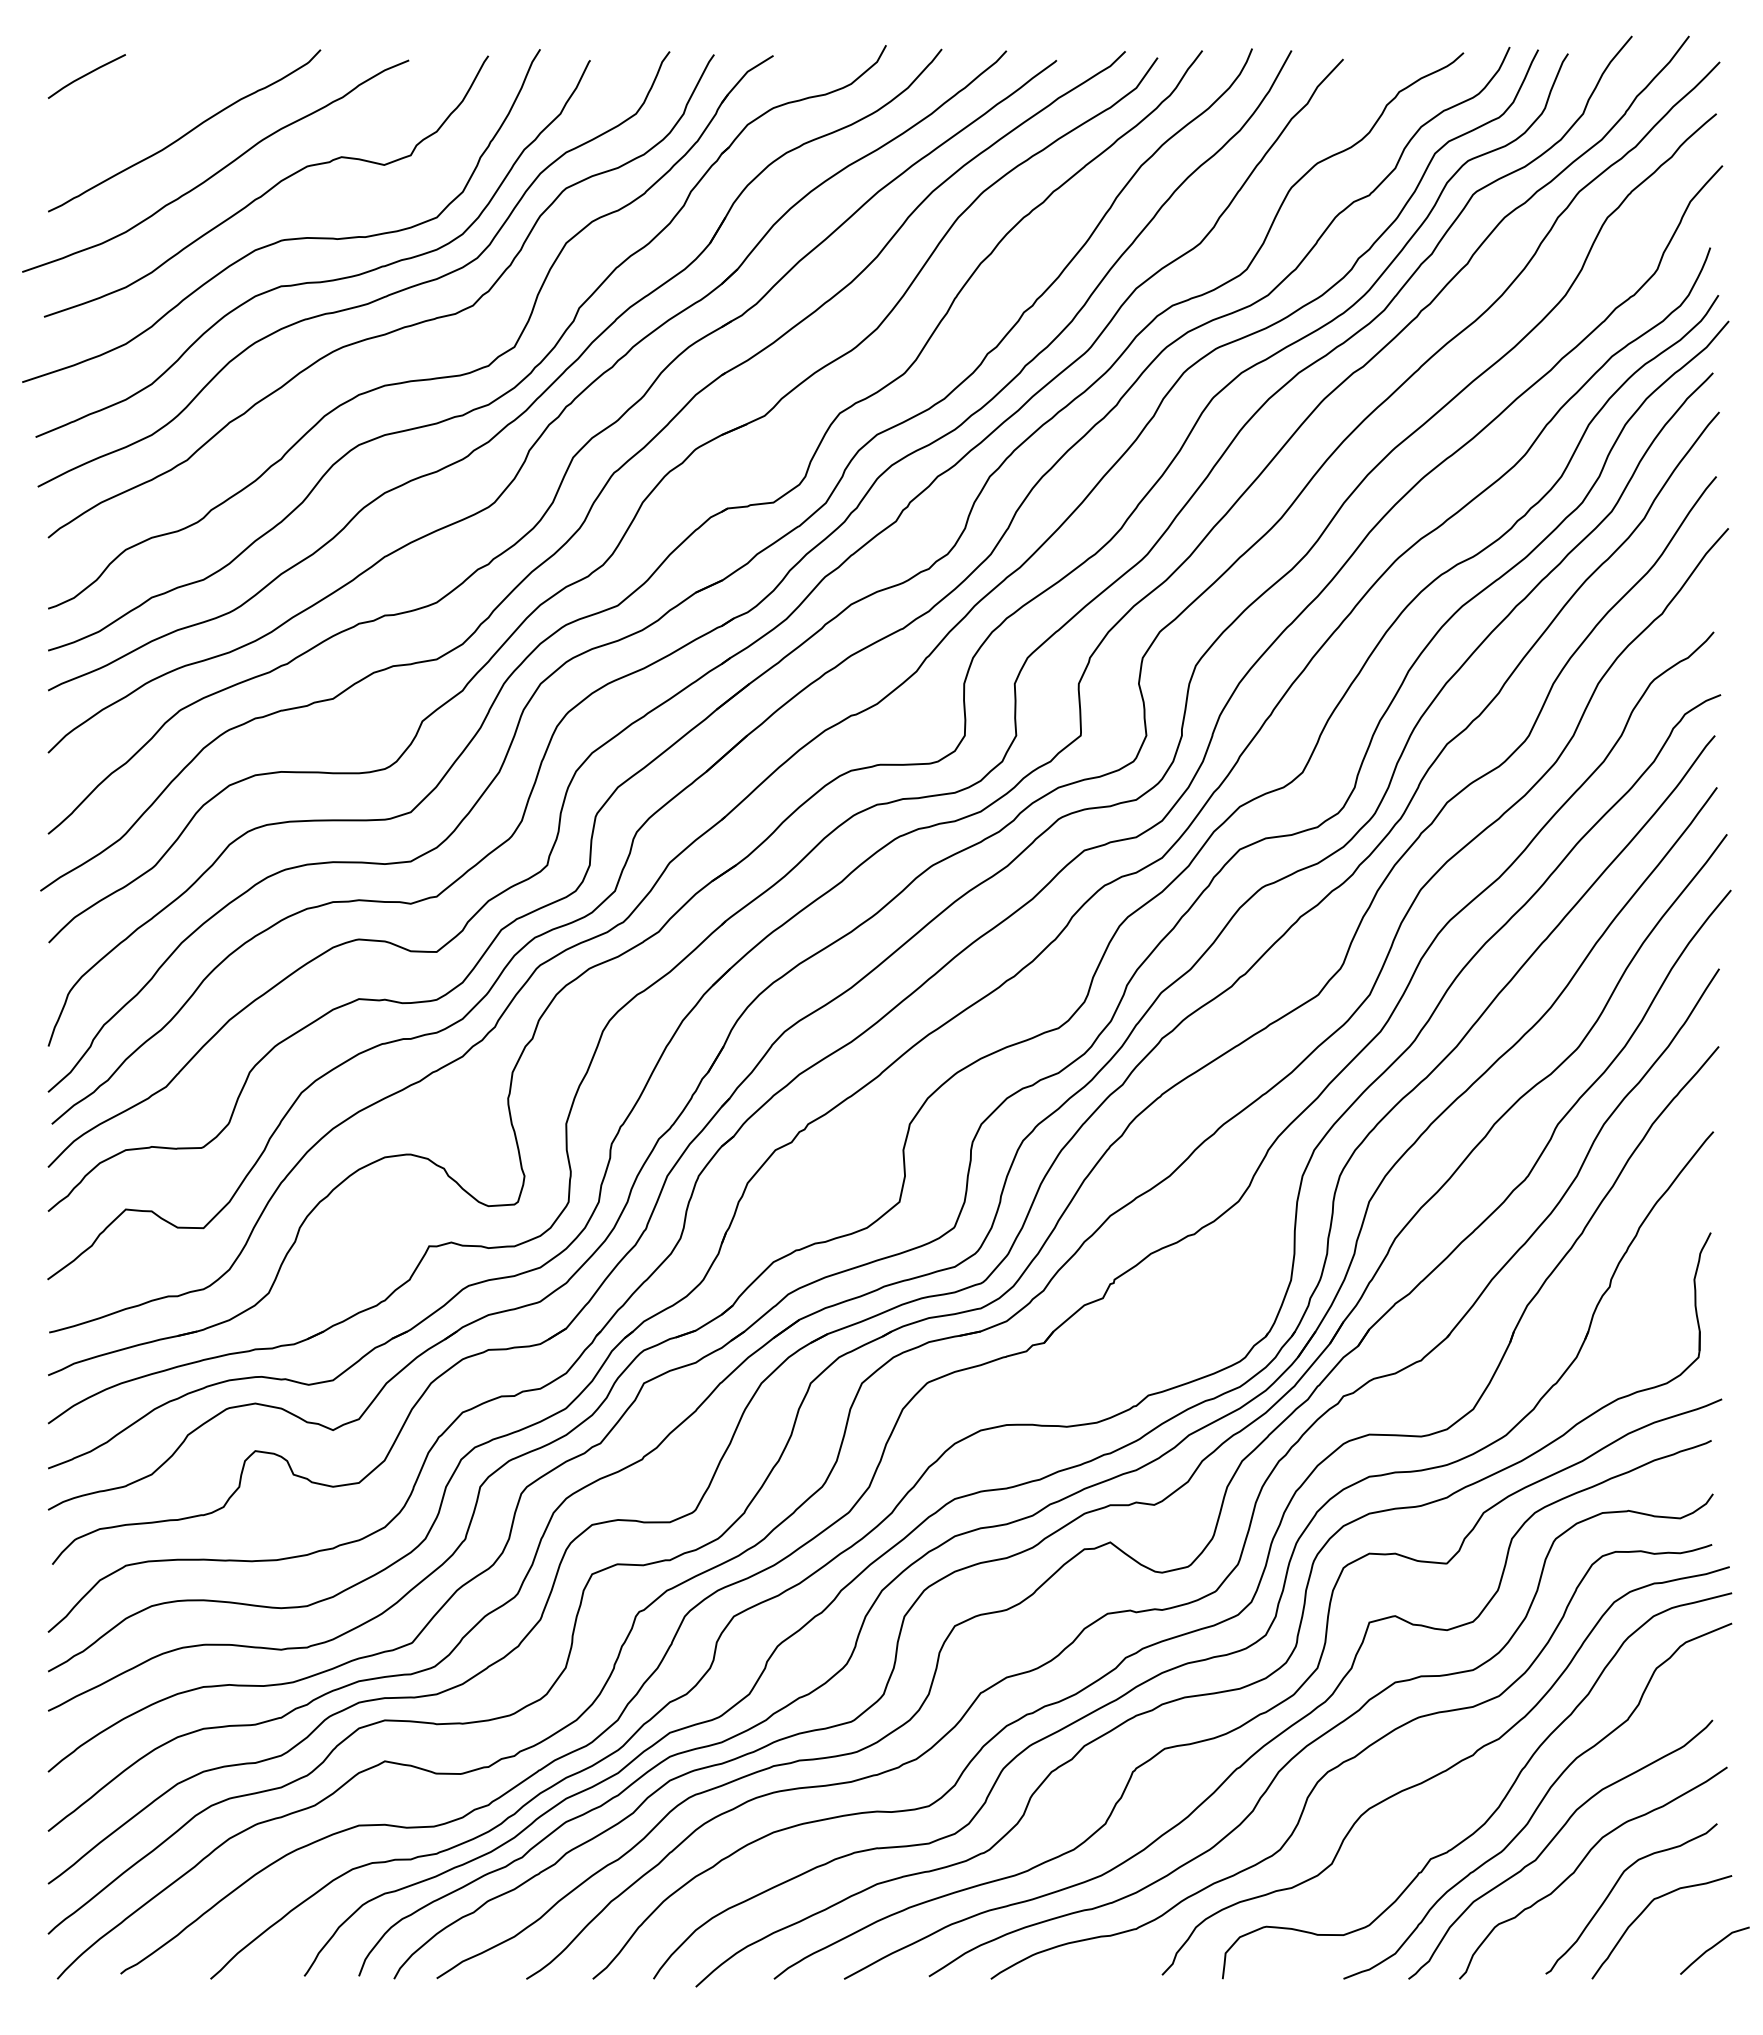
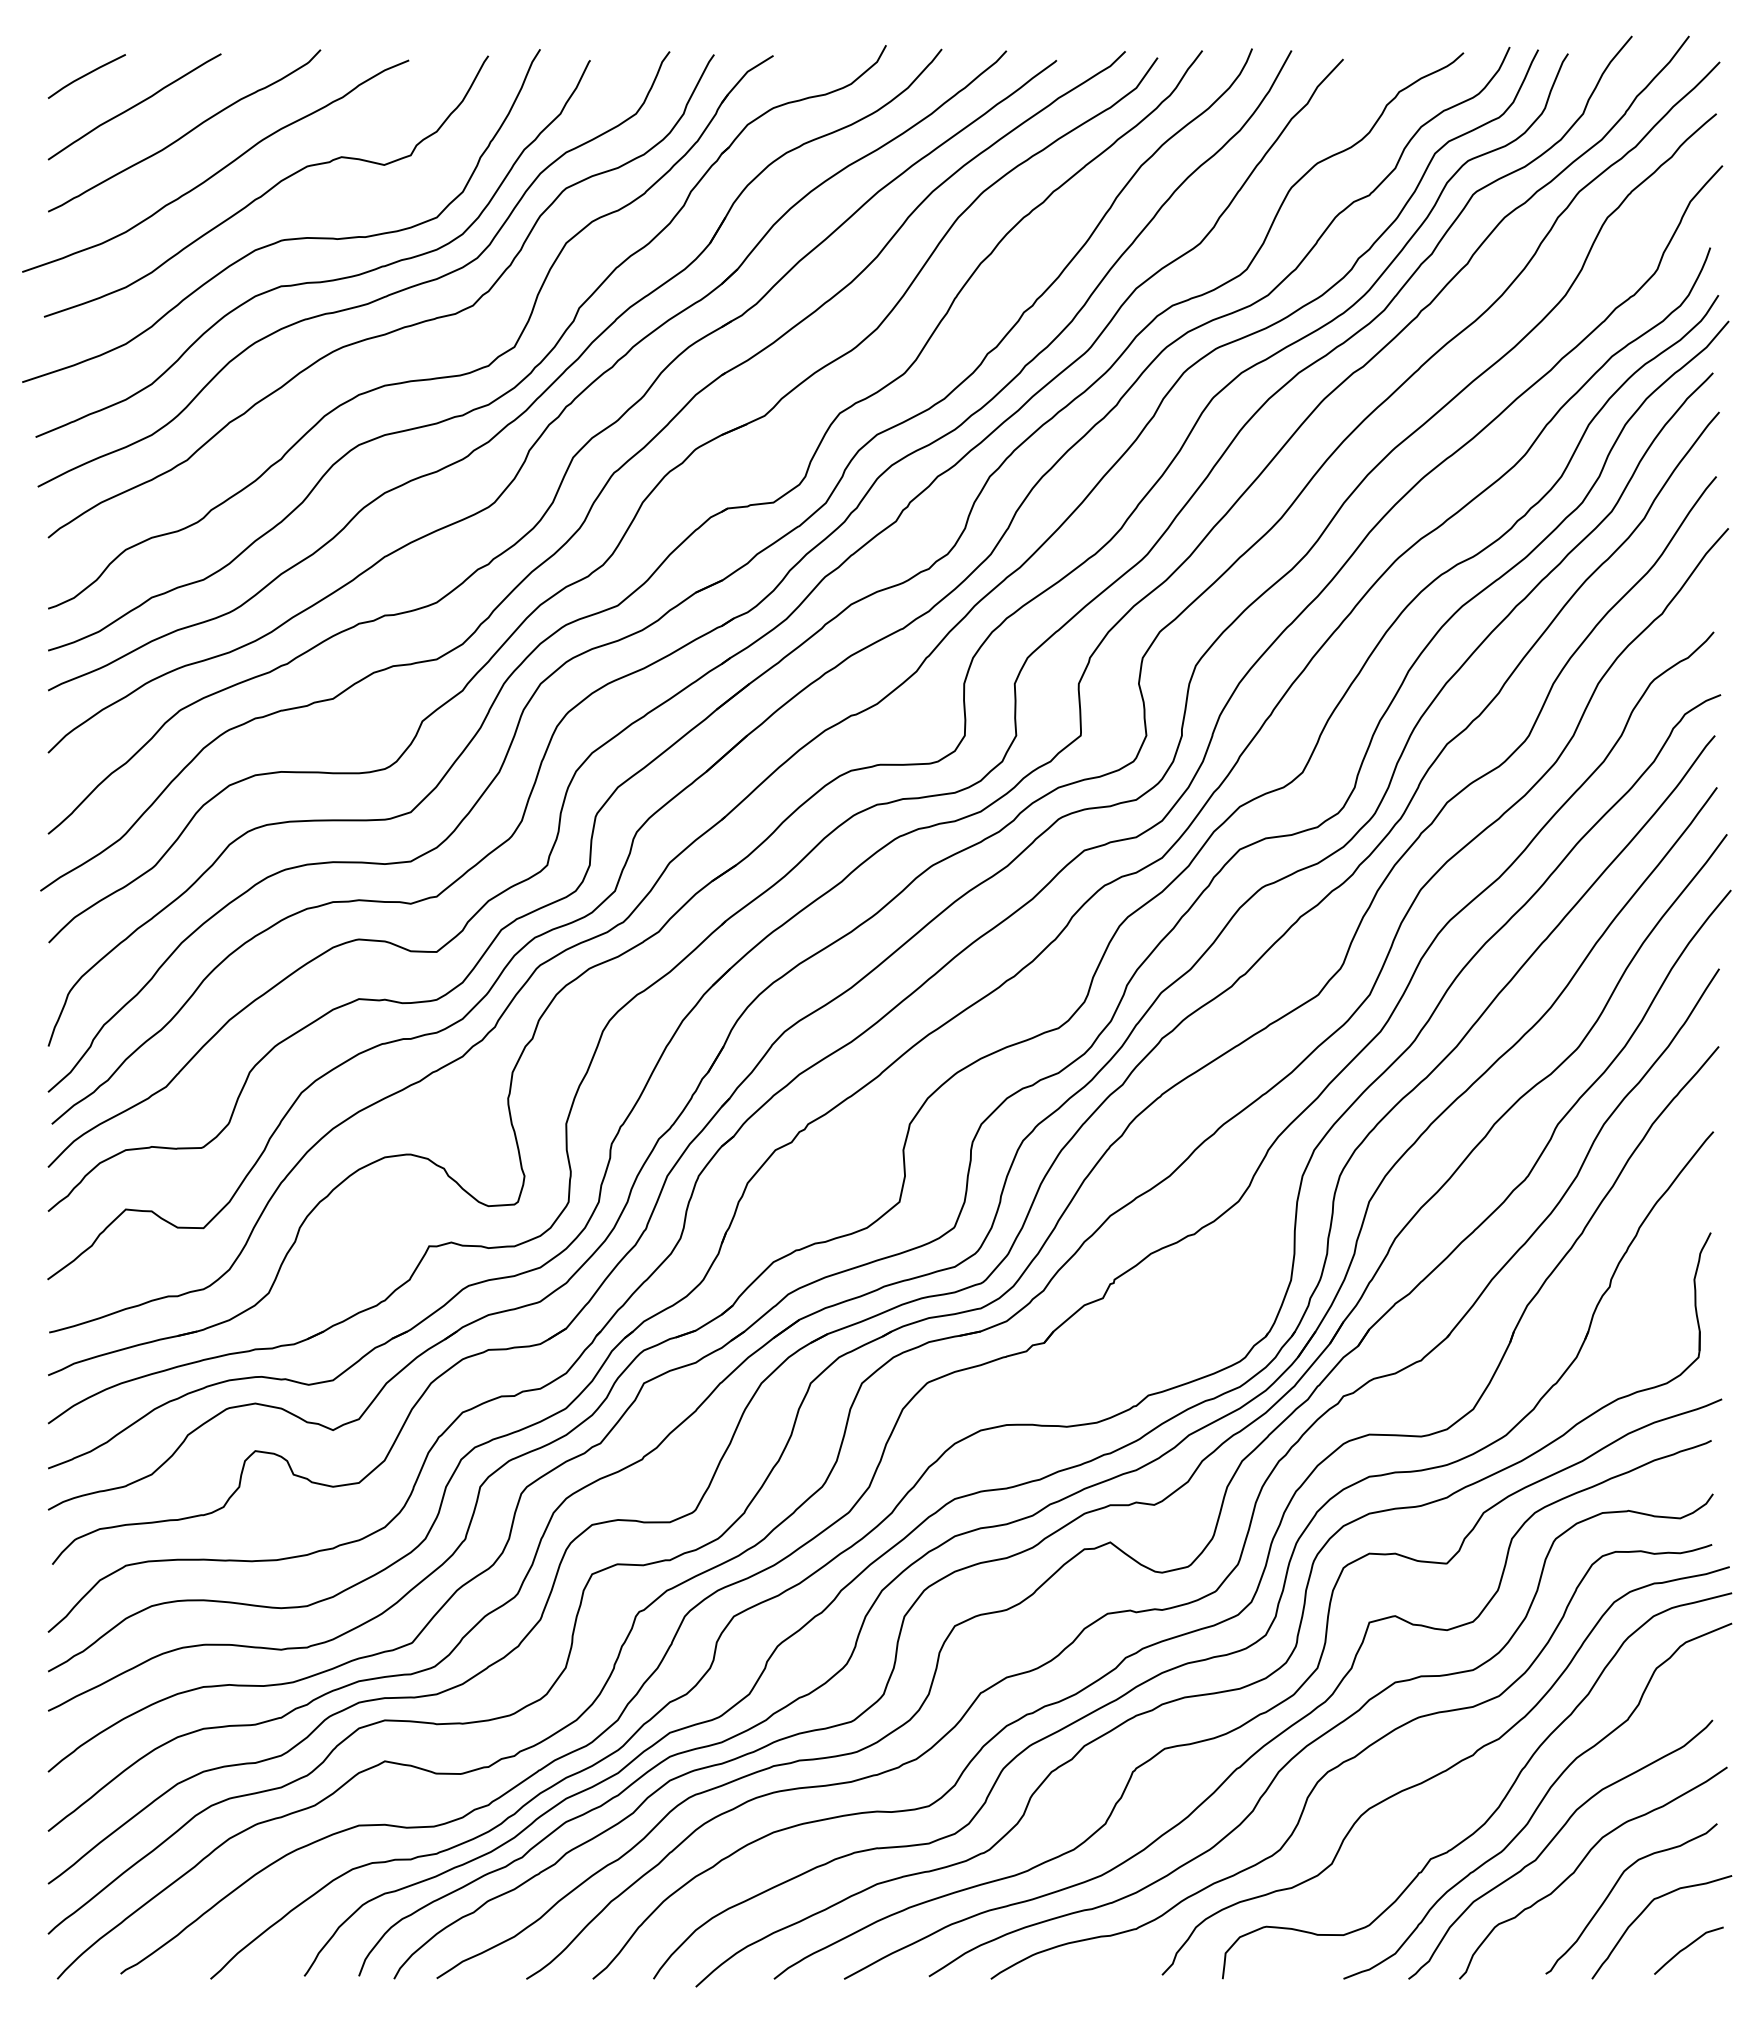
curve at (134, 106): none -> present
curve at (1712, 1948) position: (1712, 1948) -> (1686, 1948)
